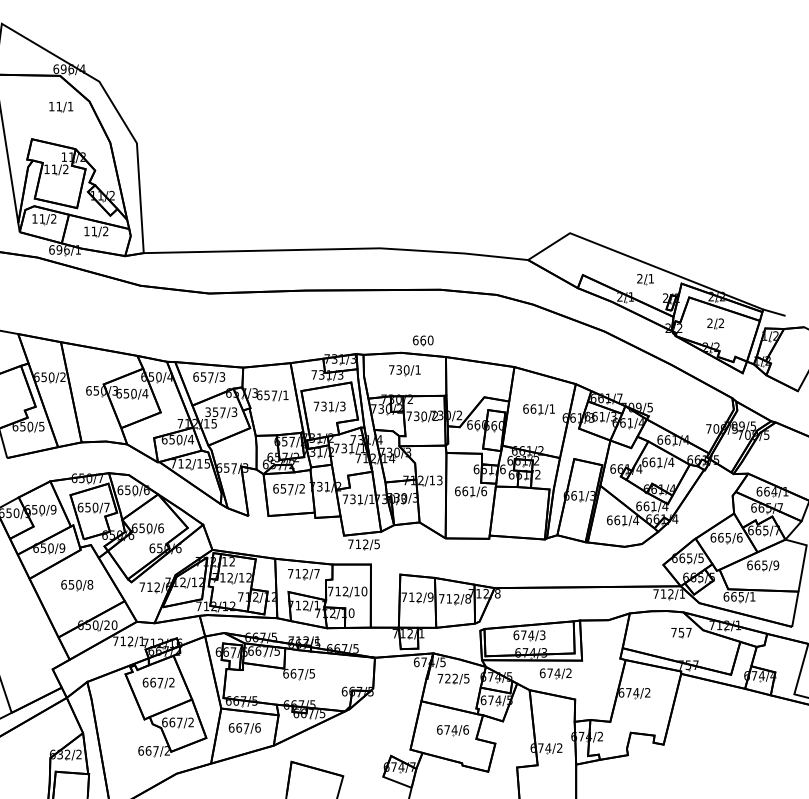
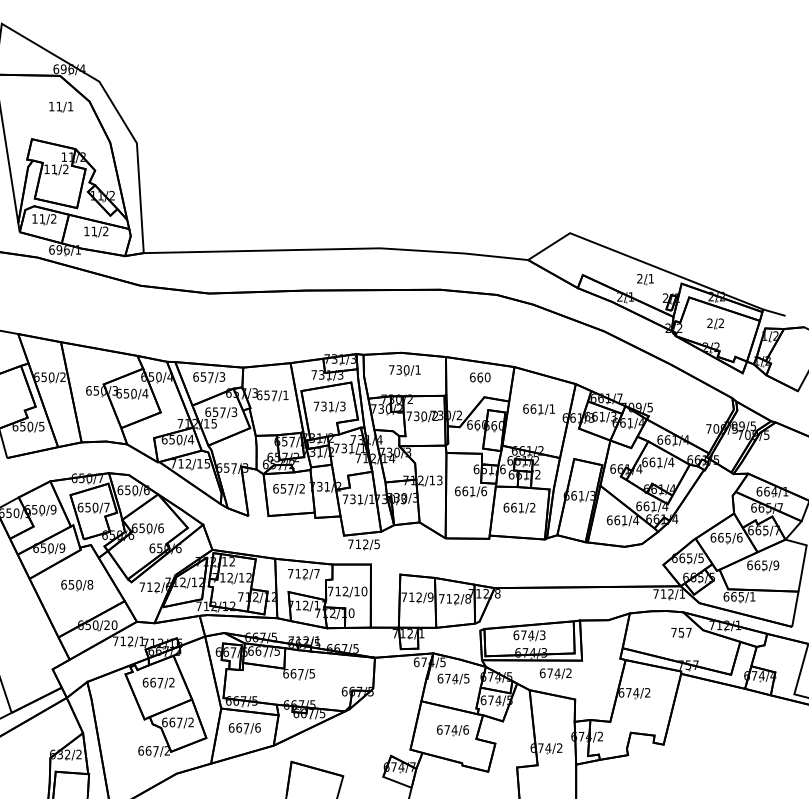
part at (423, 340) position: (423, 340) -> (480, 377)
text at (208, 412): 357/3 -> 657/3
part at (519, 507): none -> present
text at (447, 678): 722/5 -> 674/5
